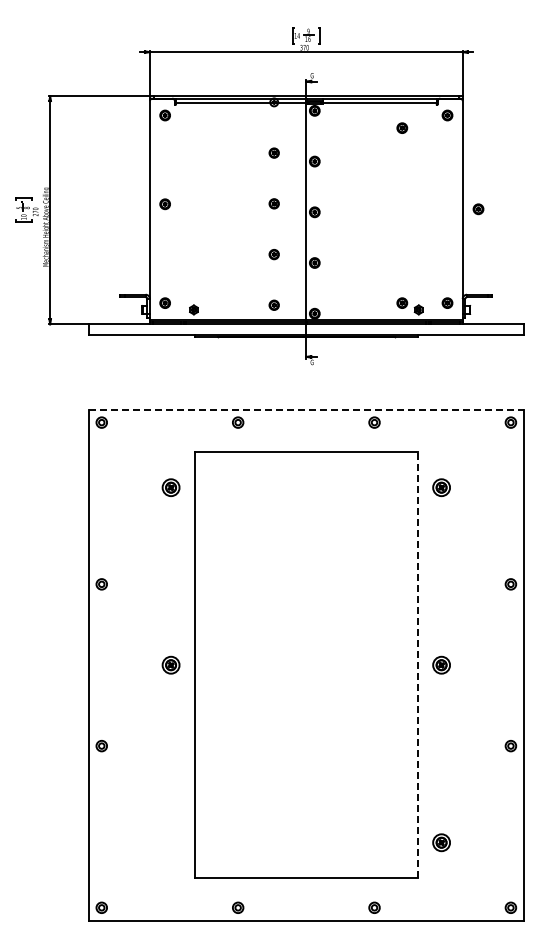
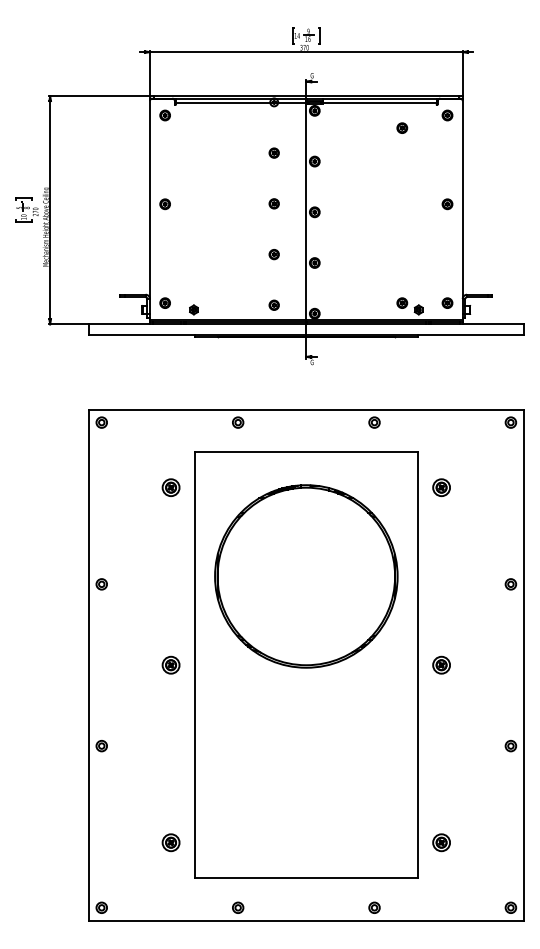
part at (478, 209) position: (478, 209) -> (447, 204)
line at (306, 409): dashed -> solid
part at (306, 576): none -> present
line at (417, 664): dashed -> solid
part at (170, 842): none -> present
